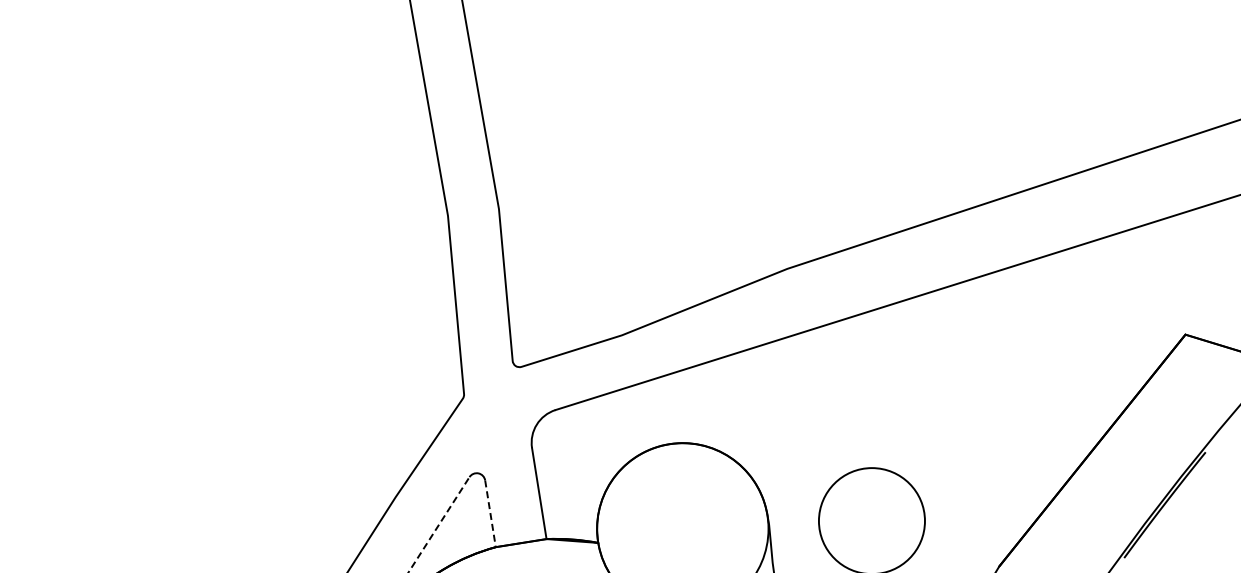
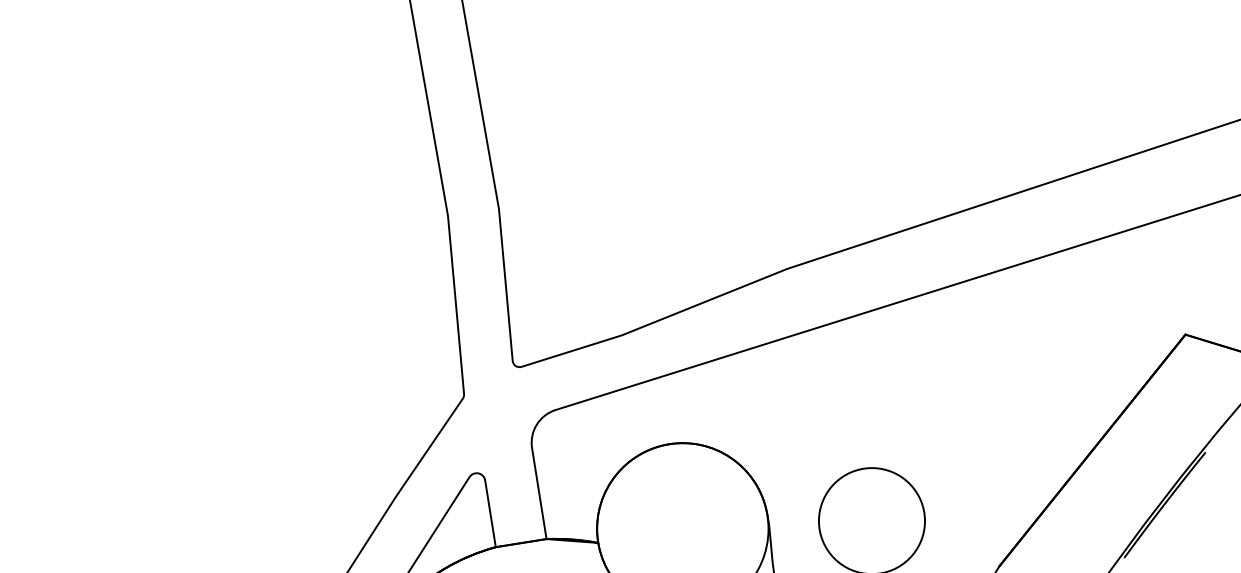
line at (490, 513): dashed -> solid
line at (438, 525): dashed -> solid
